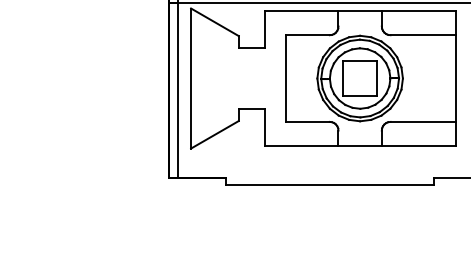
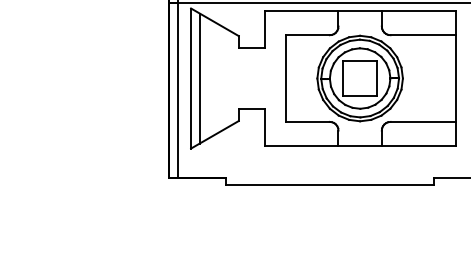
line at (199, 78): none -> present
